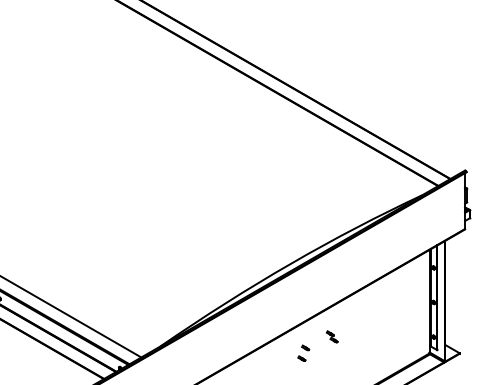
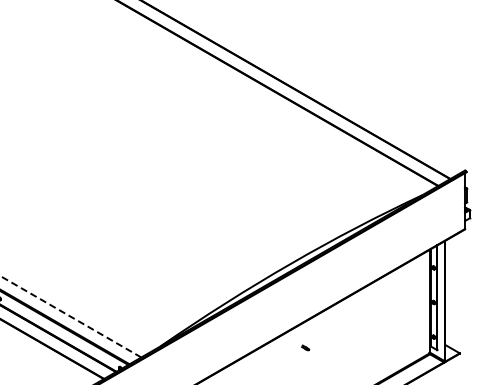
line at (70, 316): solid -> dashed
part at (331, 336): present -> none
part at (301, 358): present -> none
